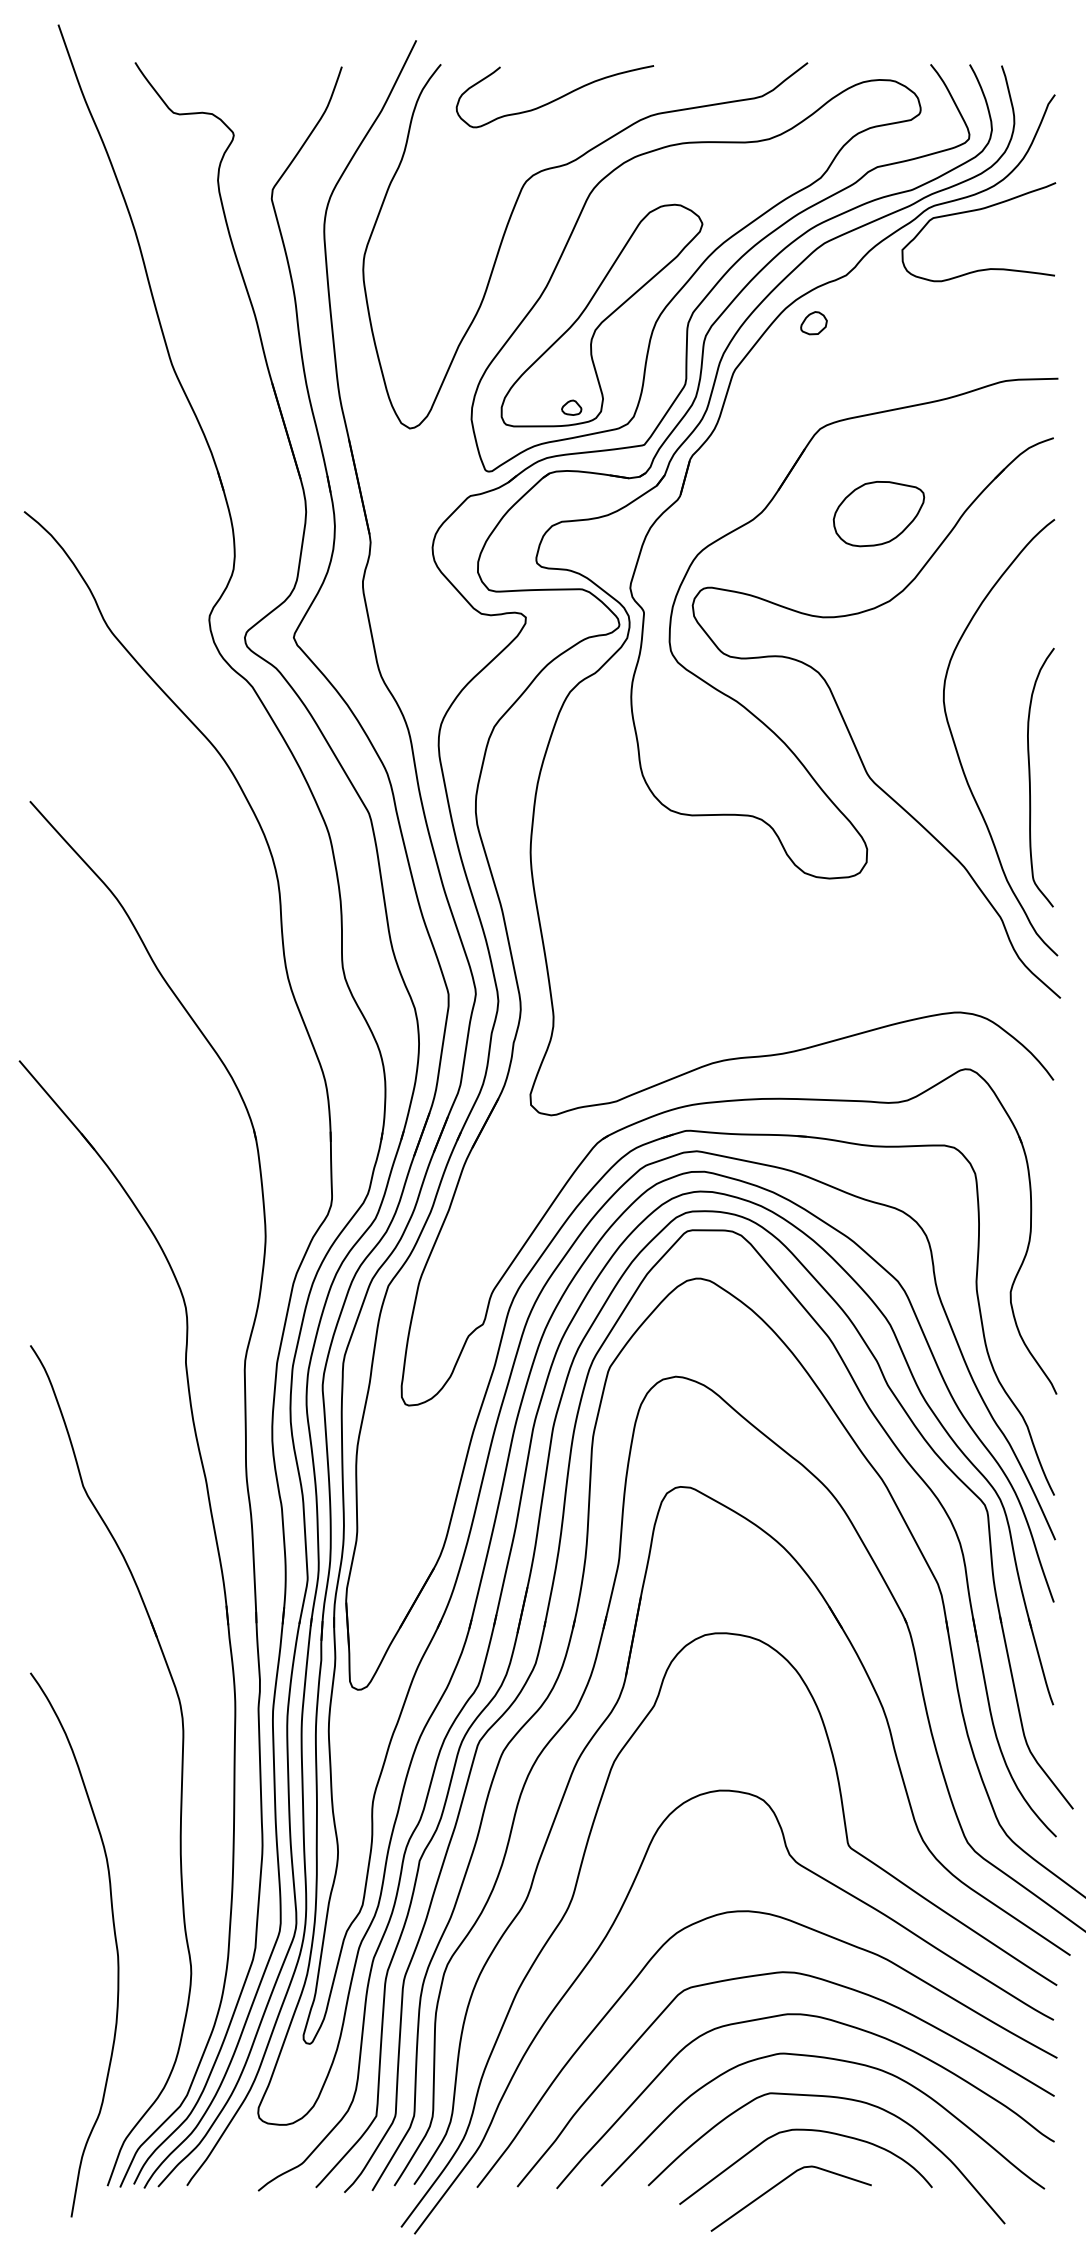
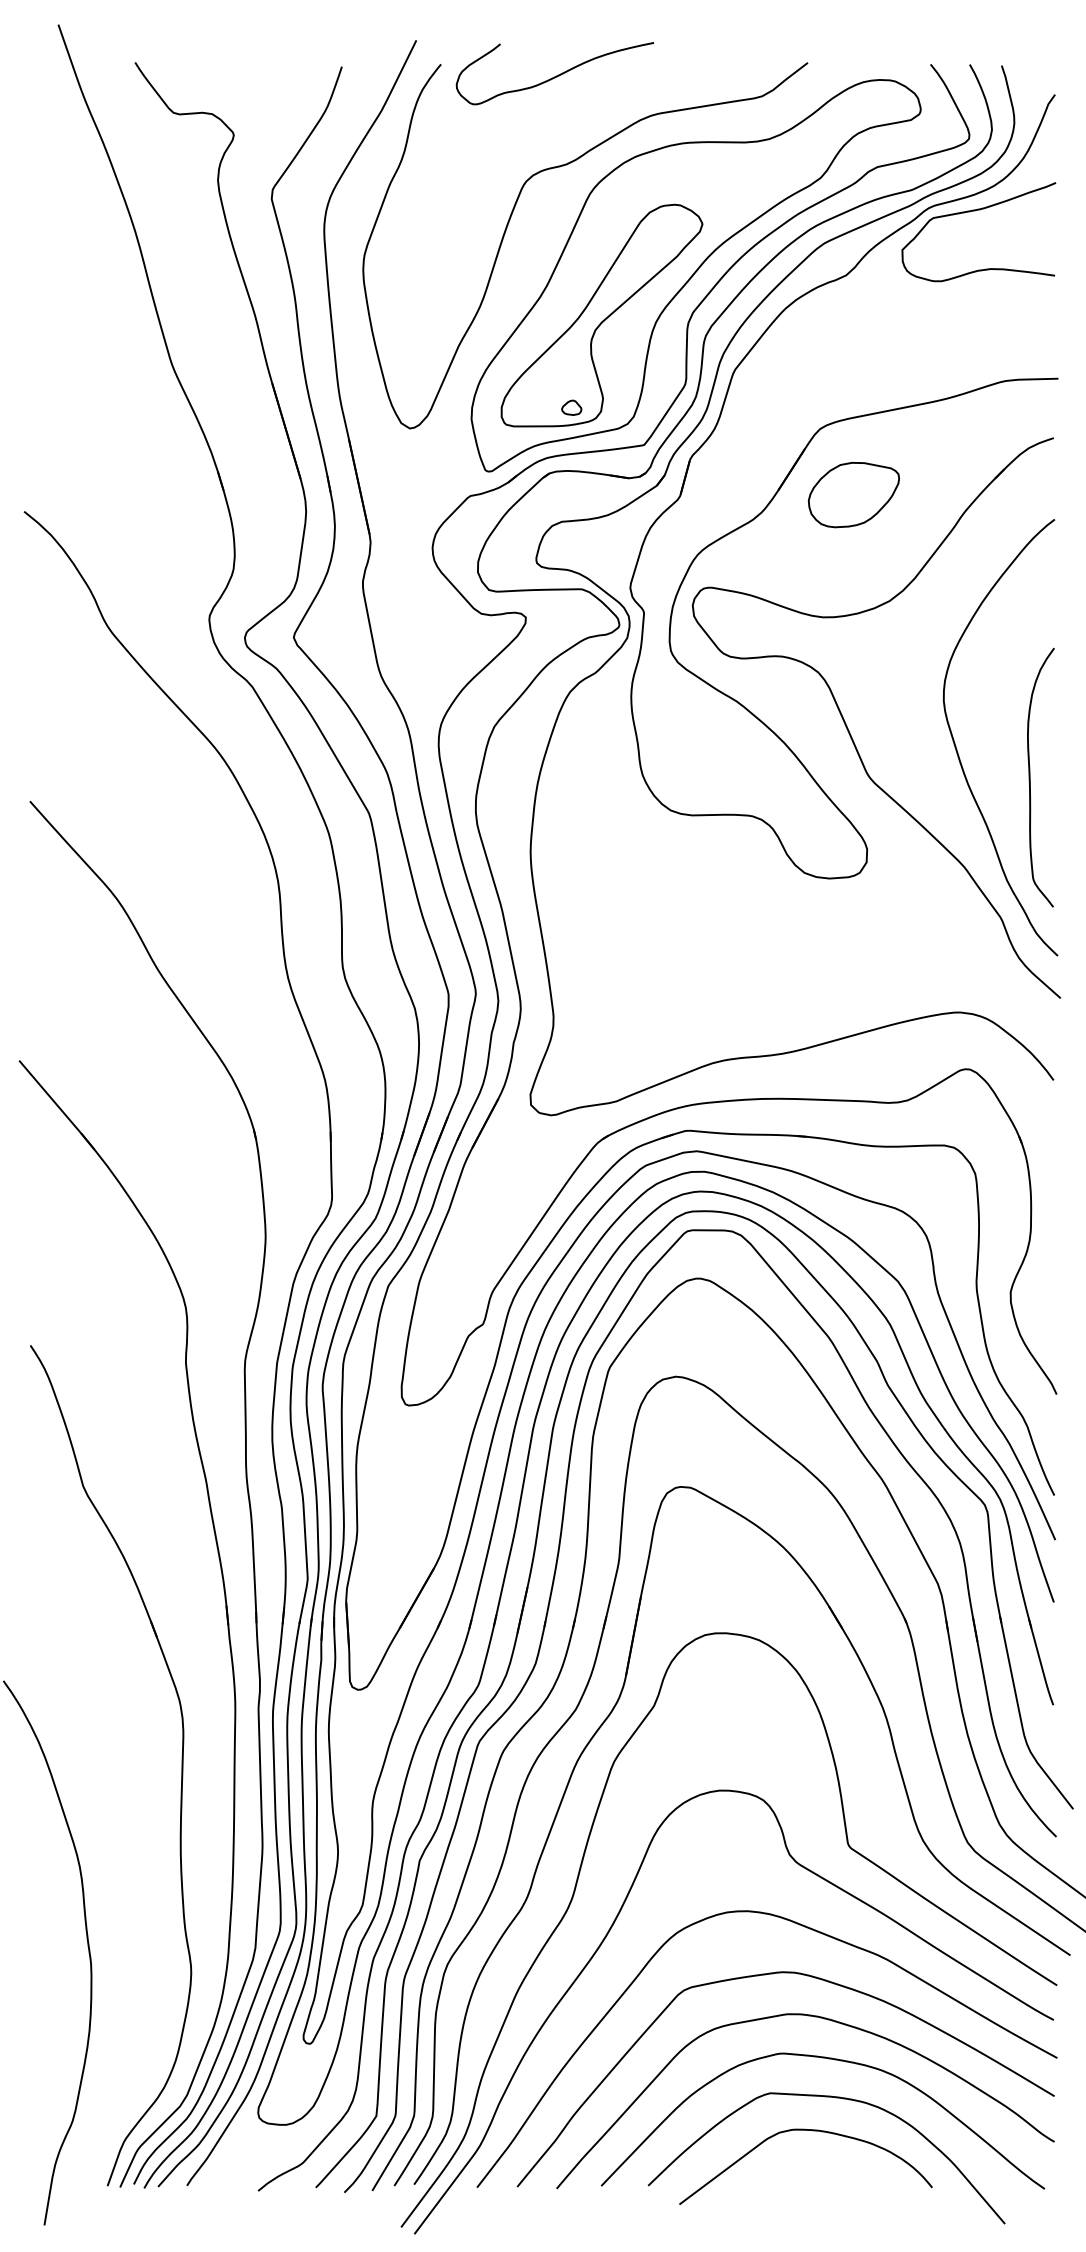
curve at (556, 98) position: (556, 98) -> (556, 75)
part at (813, 323): present -> none
part at (878, 514) position: (878, 514) -> (853, 495)
curve at (114, 1938) position: (114, 1938) -> (87, 1946)
curve at (779, 2184): present -> none
